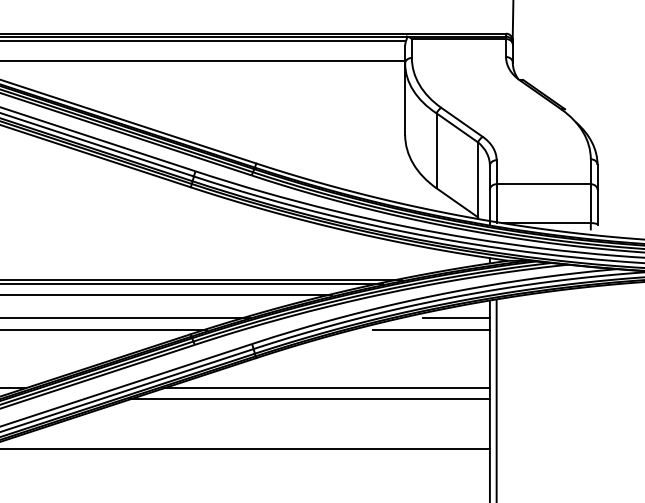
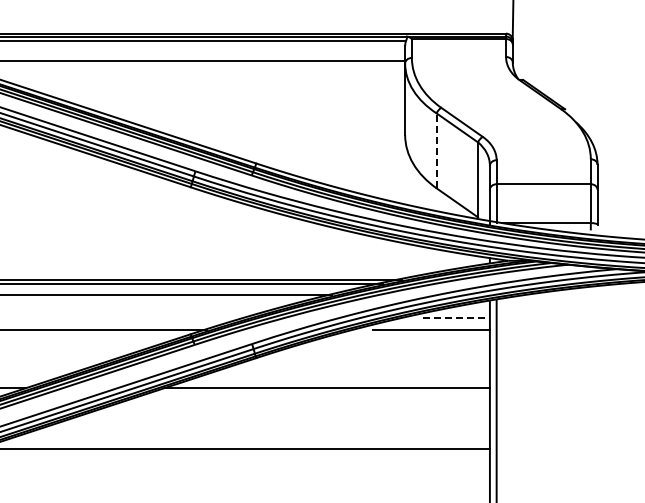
line at (436, 150): solid -> dashed
line at (126, 317): present -> none
line at (457, 317): solid -> dashed
line at (309, 399): present -> none
